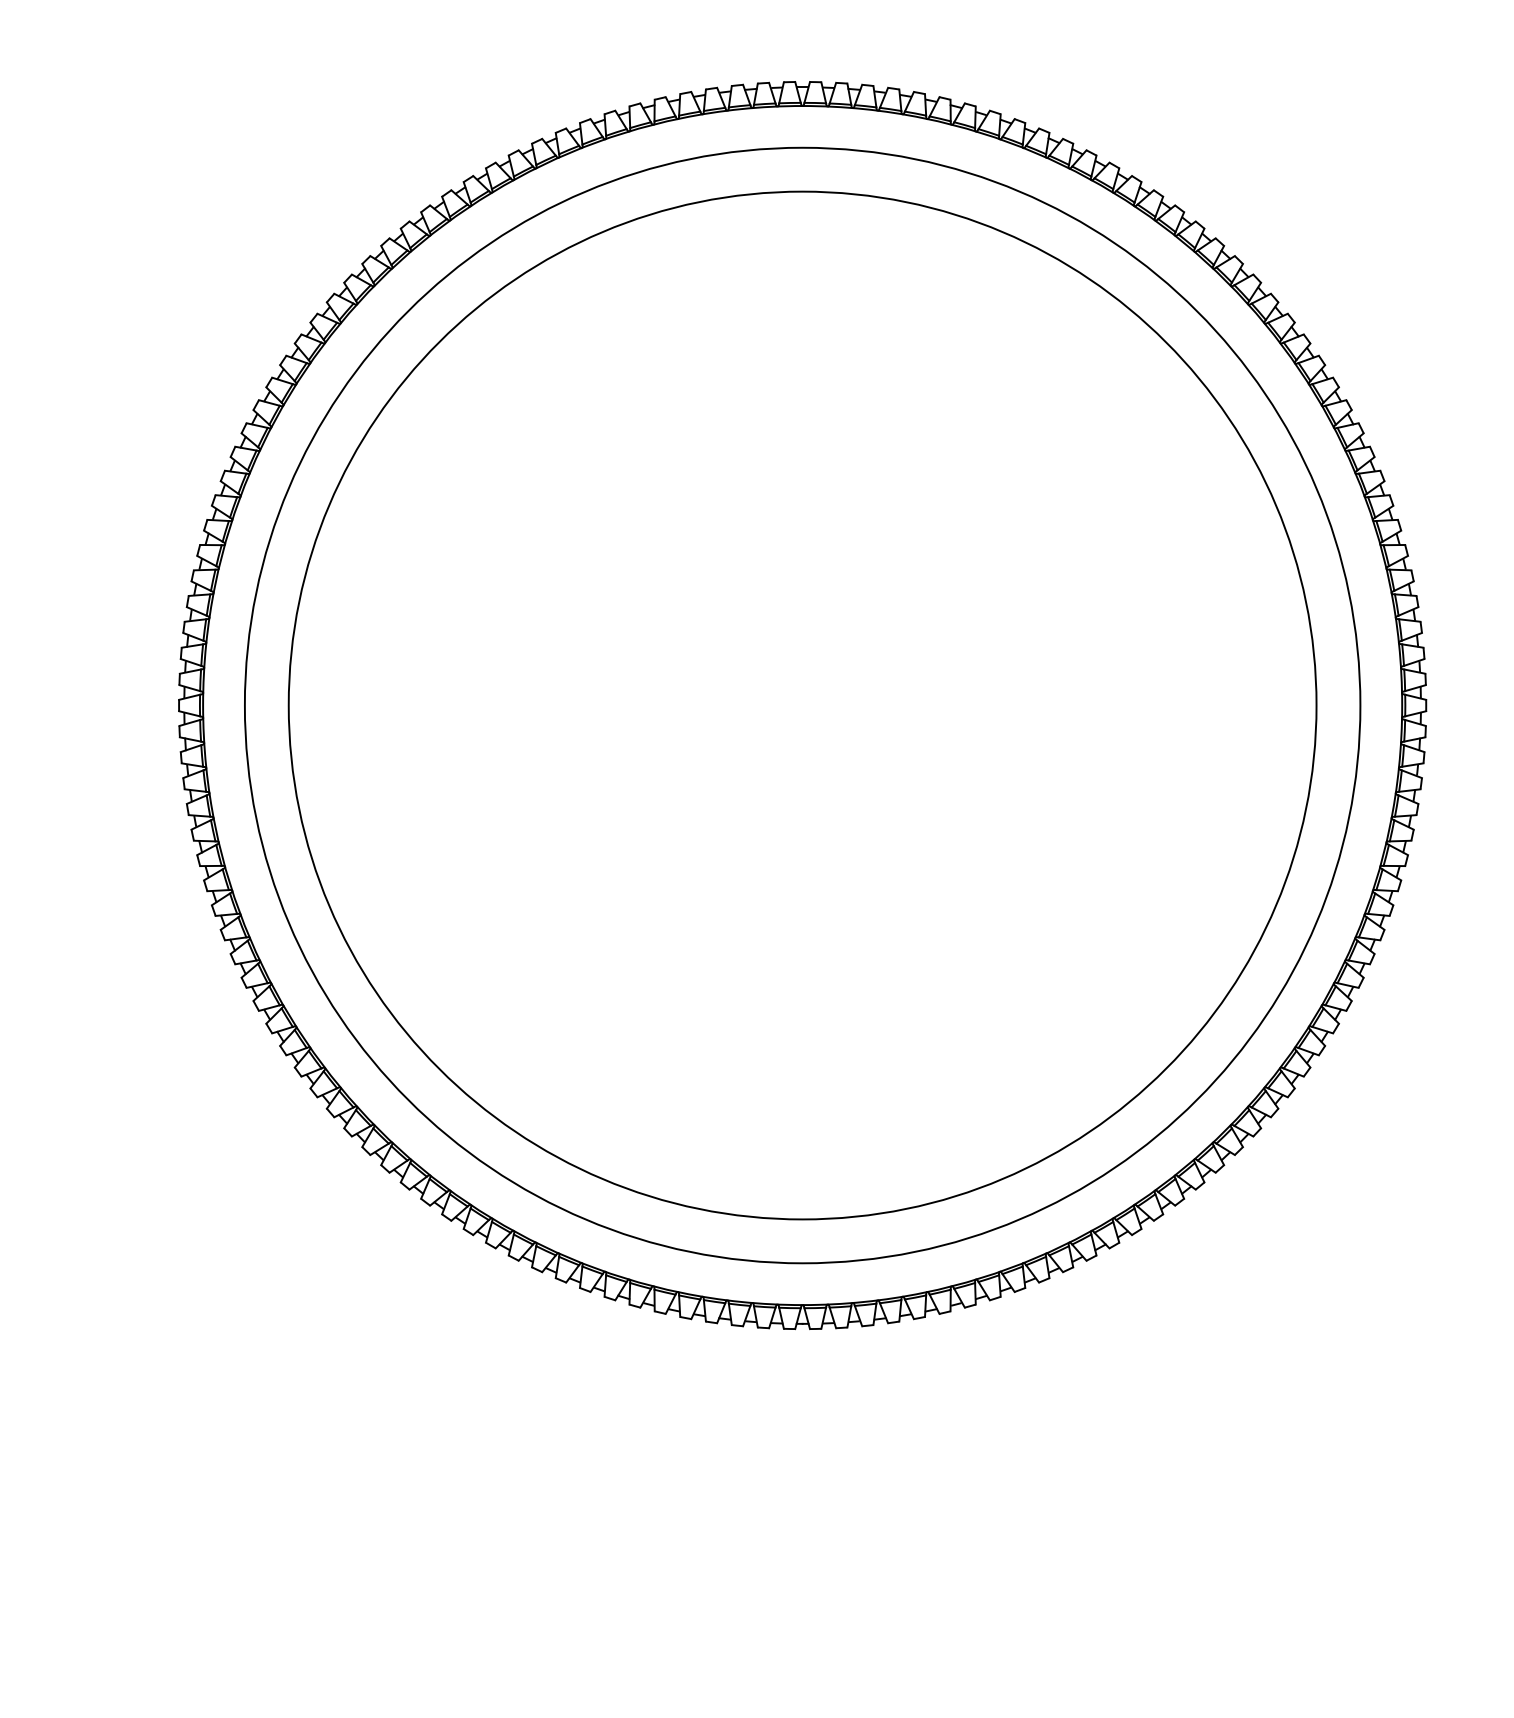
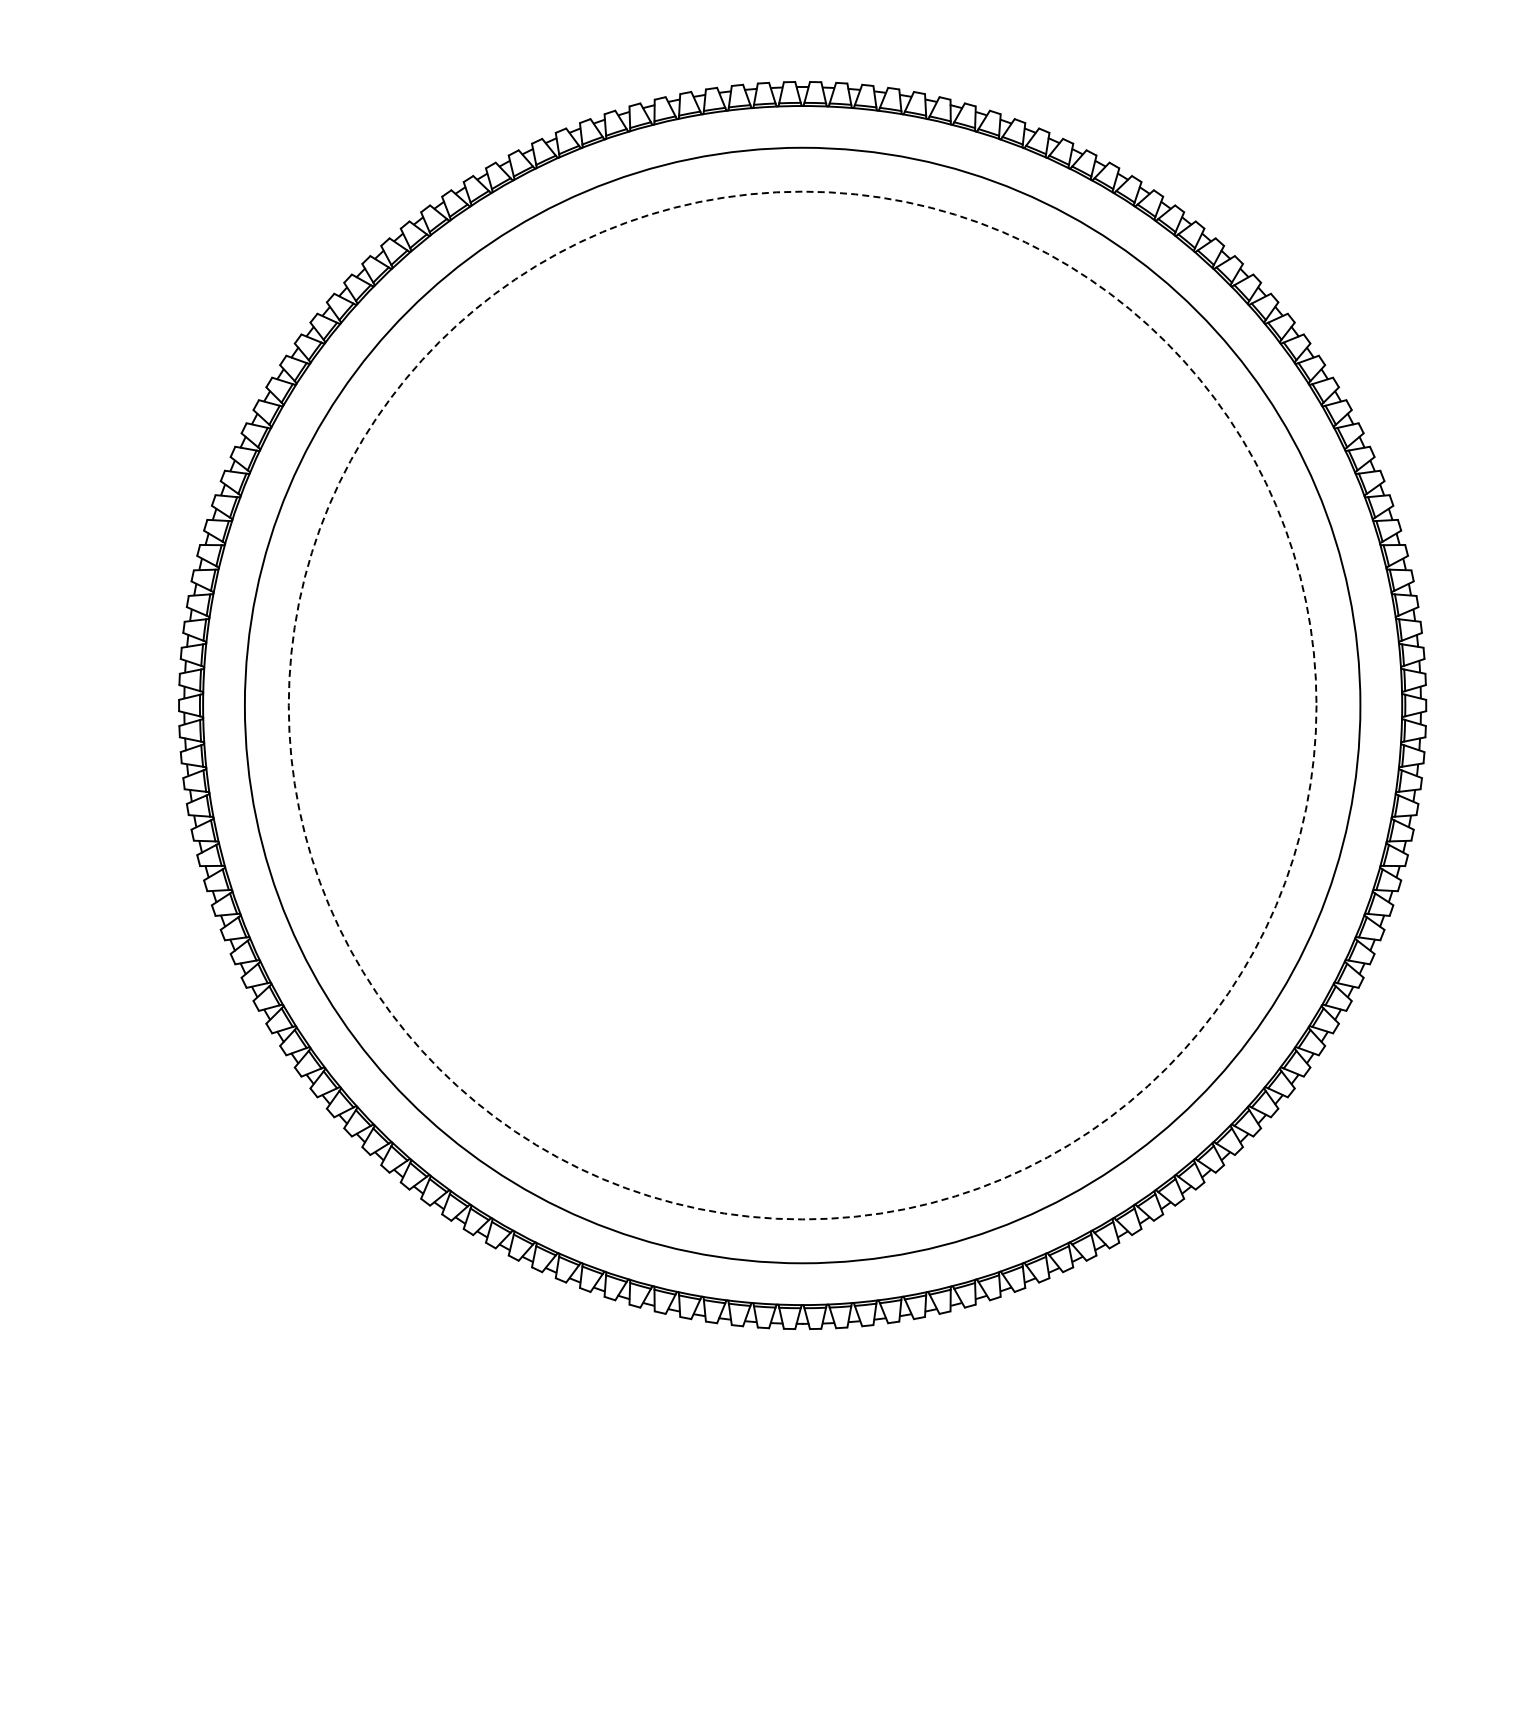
circle at (802, 705): solid -> dashed
